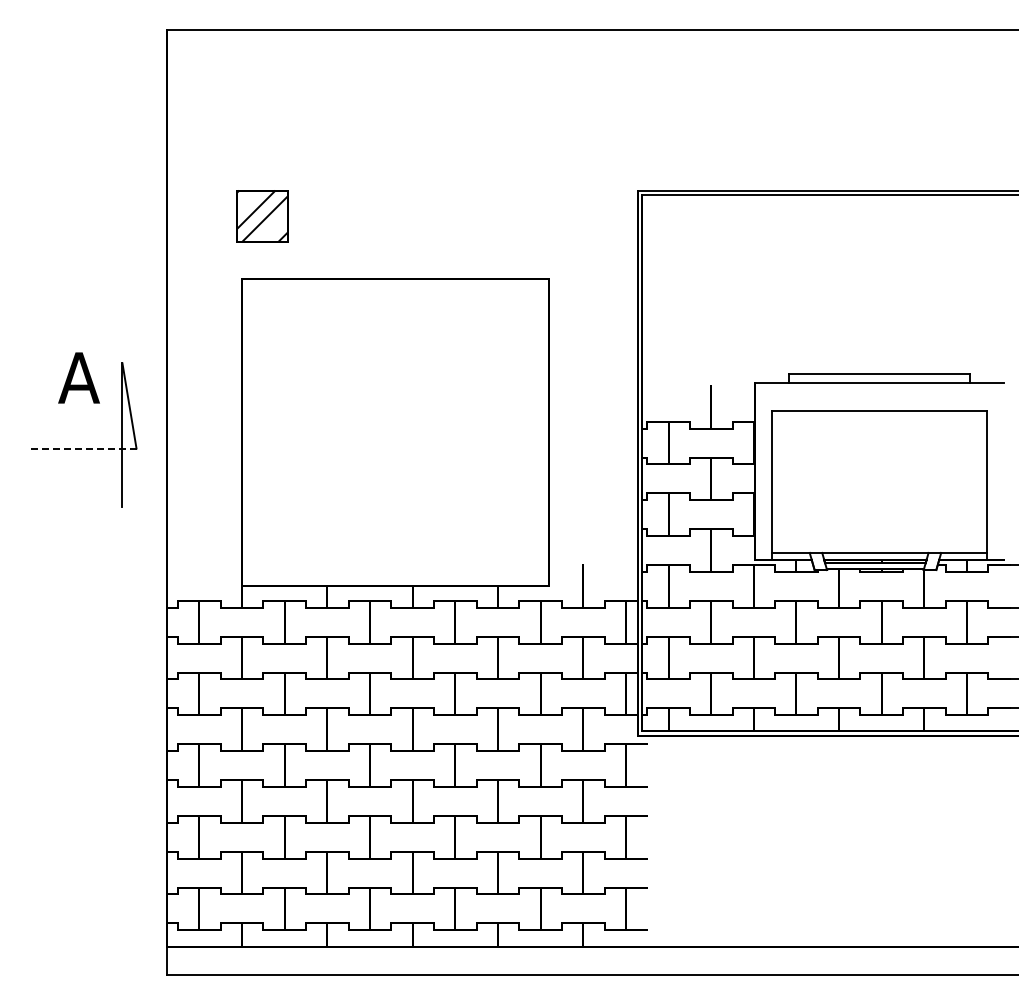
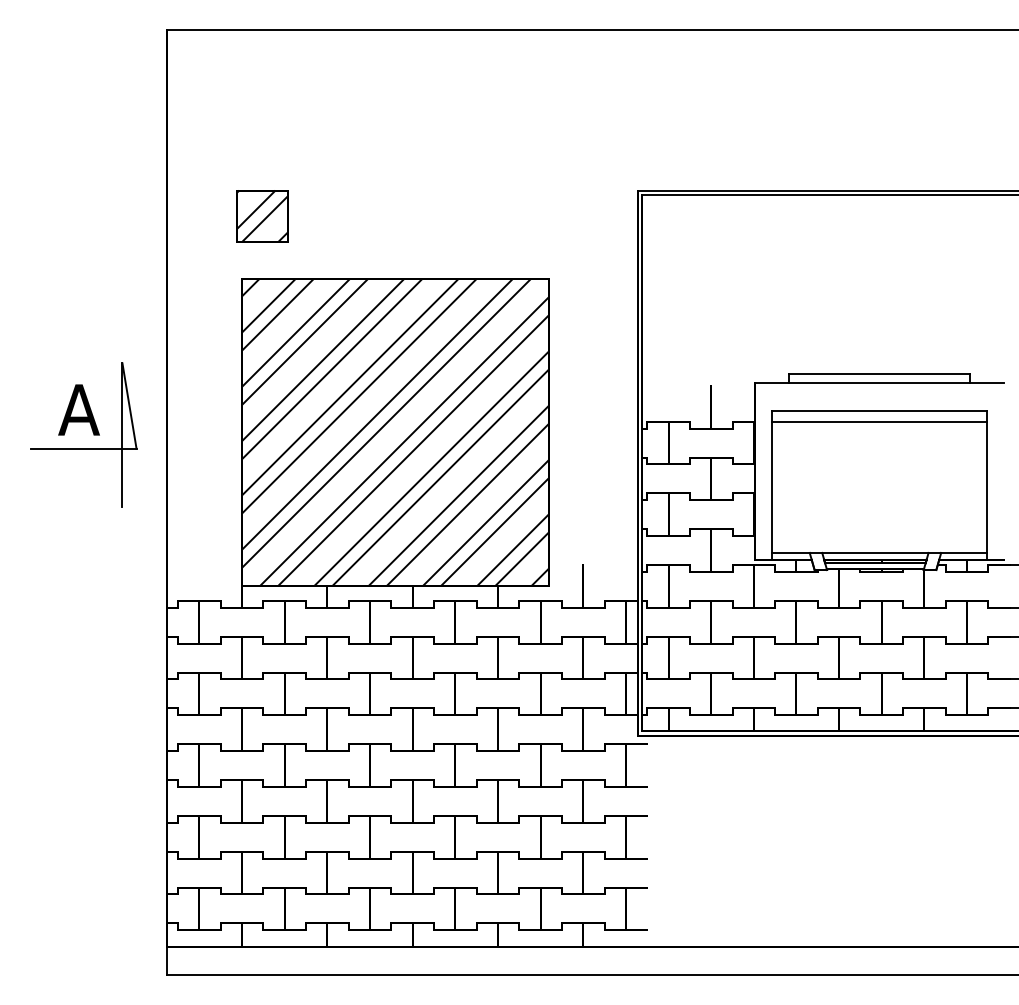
text at (78, 377) position: (78, 377) -> (78, 409)
line at (879, 421): none -> present
hatch at (395, 432): none -> present
line at (83, 448): dashed -> solid
